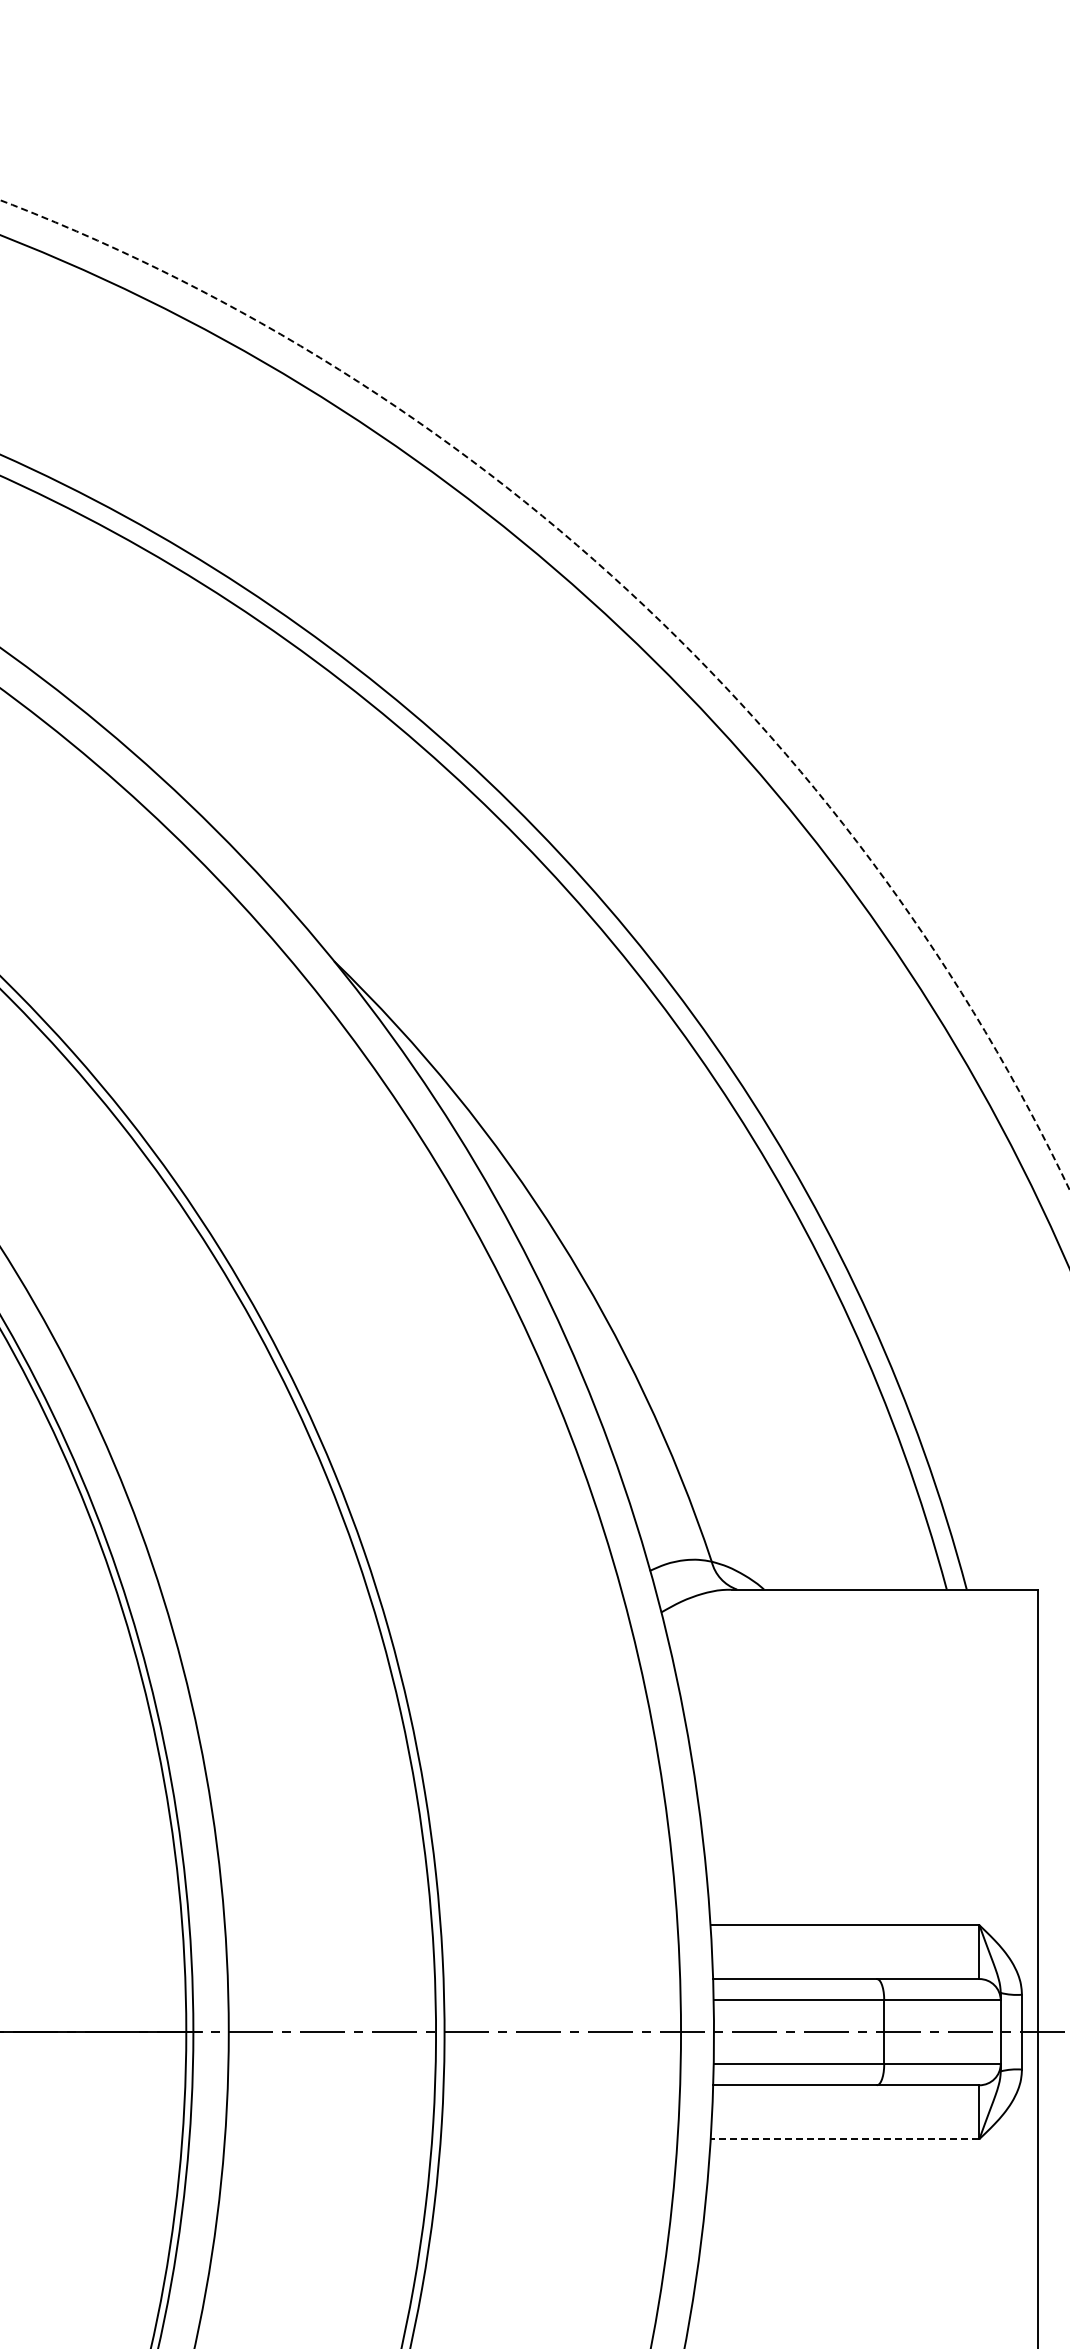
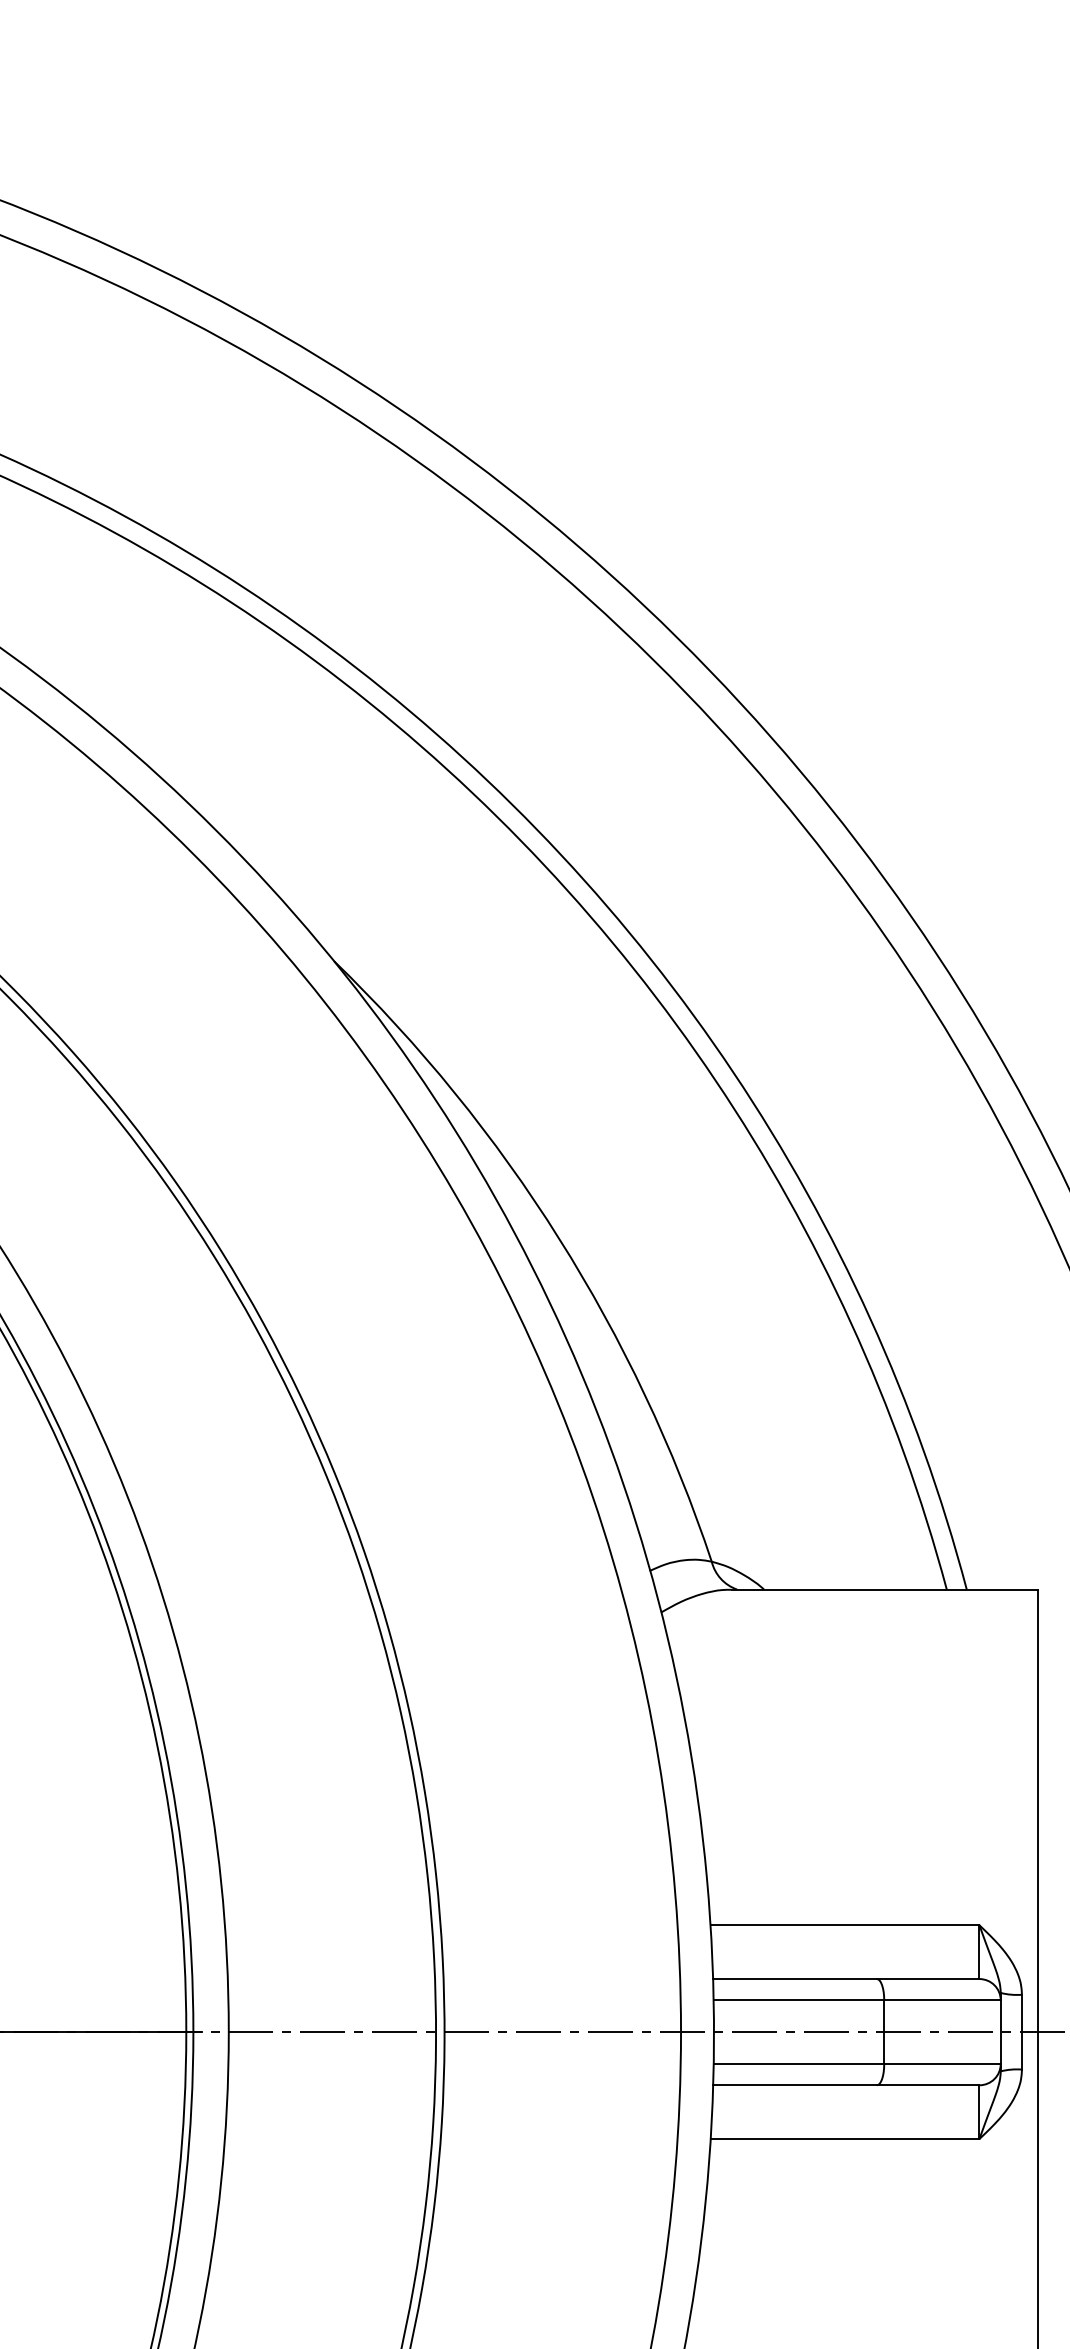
arc at (628, 591): dashed -> solid
line at (844, 2139): dashed -> solid
